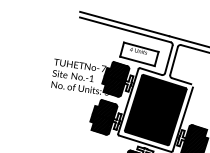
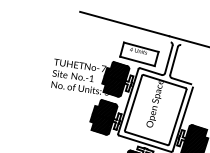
line at (125, 29): present -> none
line at (193, 48): present -> none
fill at (155, 109): present -> none
